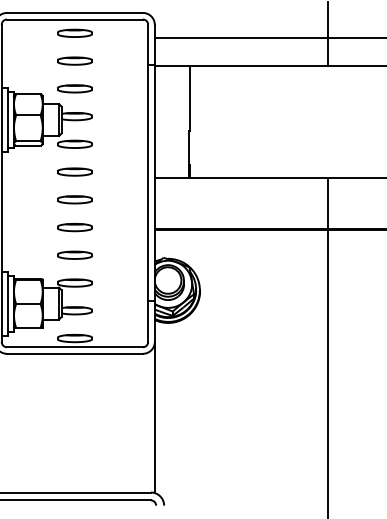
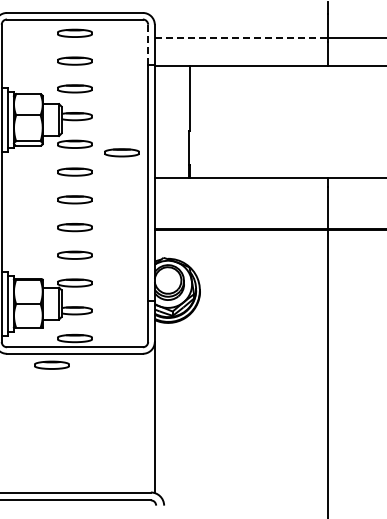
line at (241, 38): solid -> dashed
line at (148, 44): solid -> dashed
part at (121, 152): none -> present
part at (51, 364): none -> present
